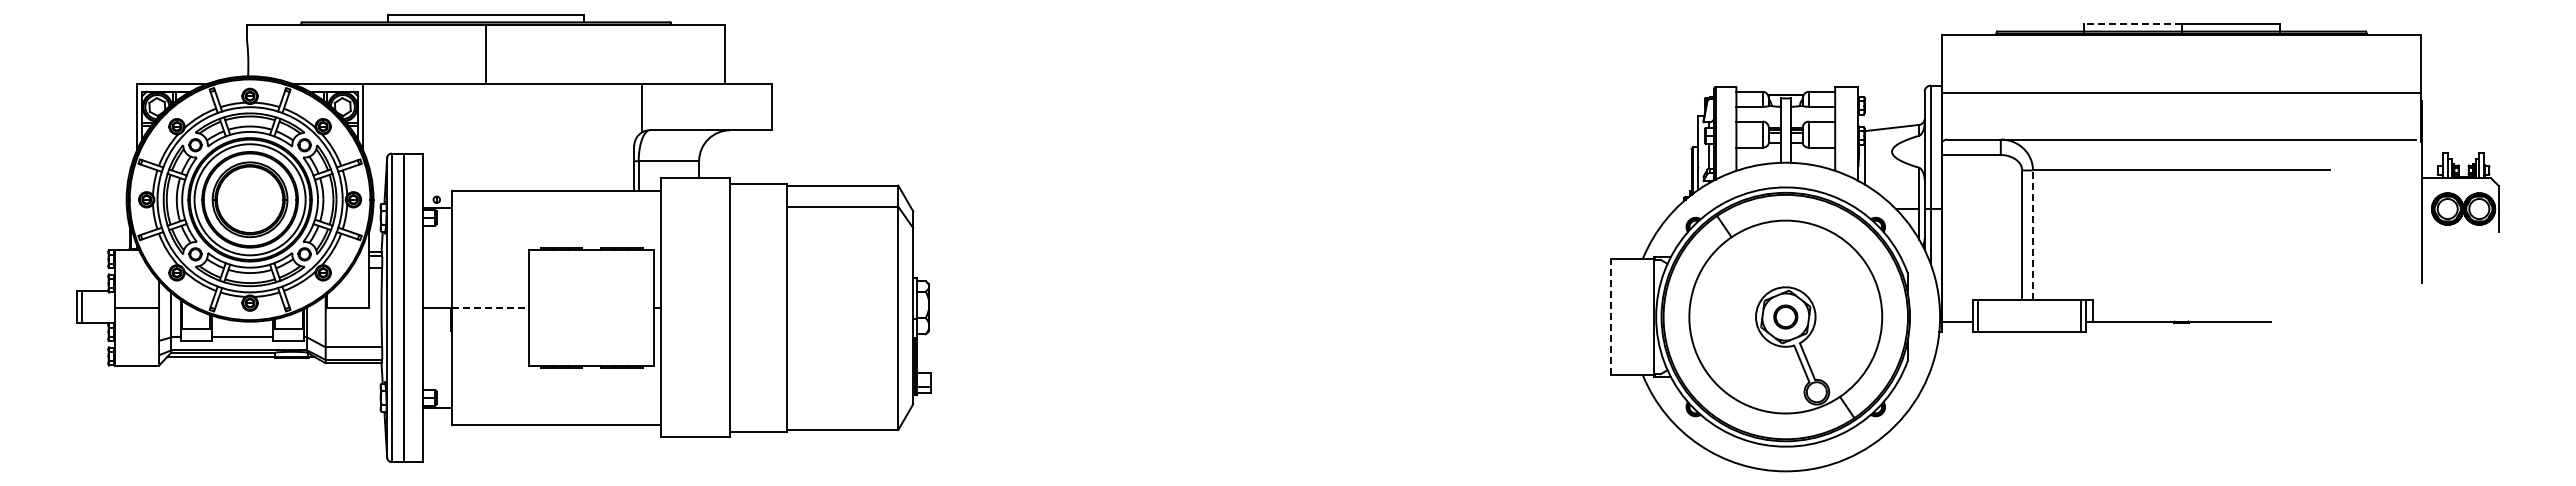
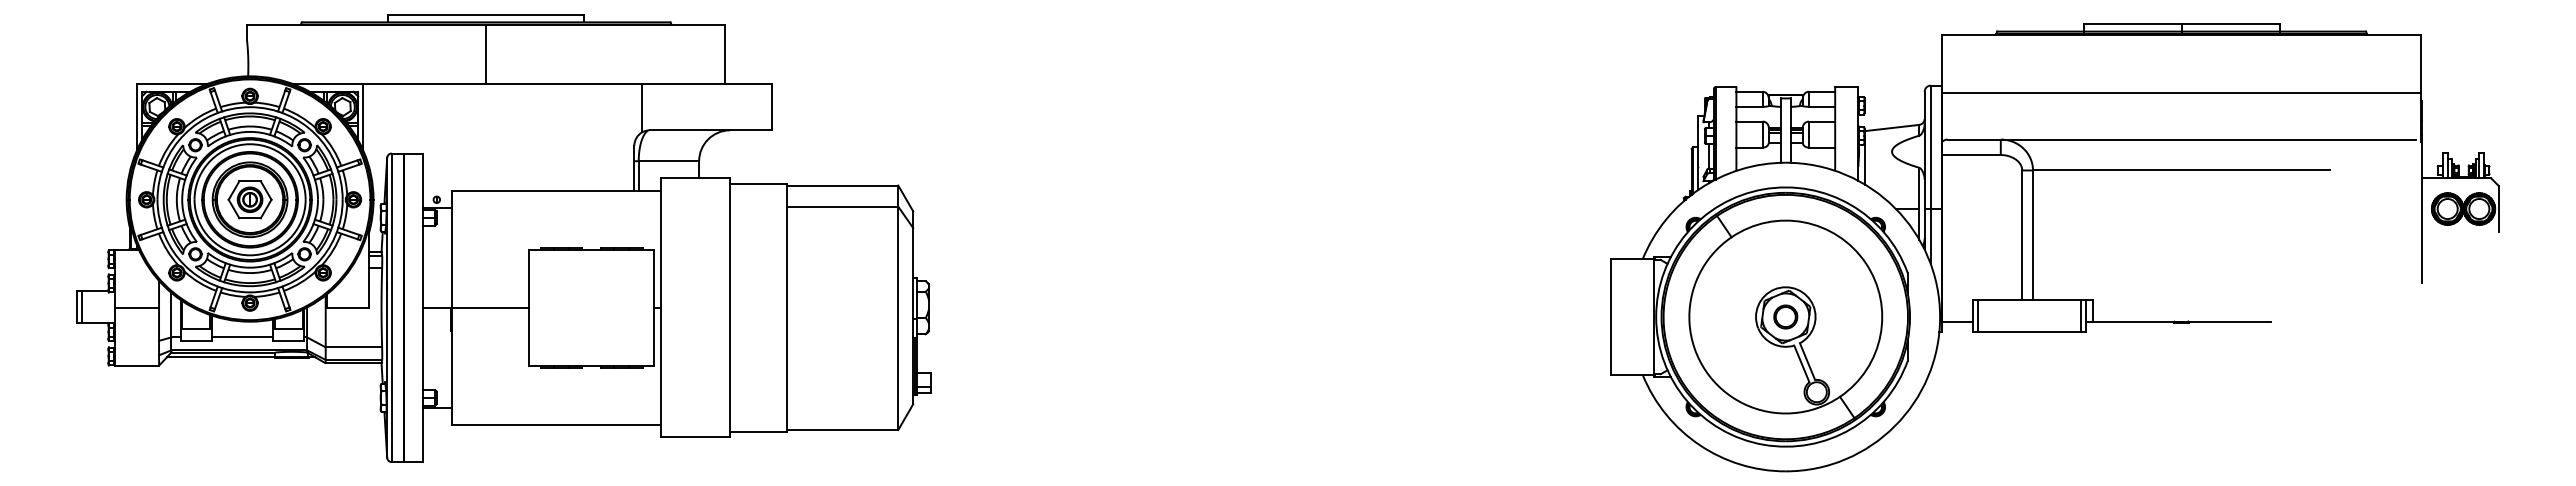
line at (2132, 23): dashed -> solid
part at (249, 199): none -> present
line at (2032, 235): dashed -> solid
line at (491, 307): dashed -> solid
line at (1611, 317): dashed -> solid
